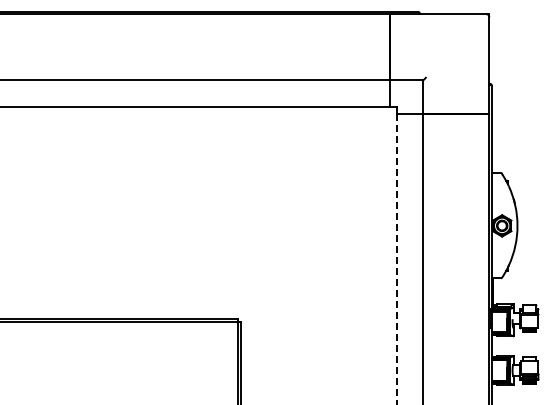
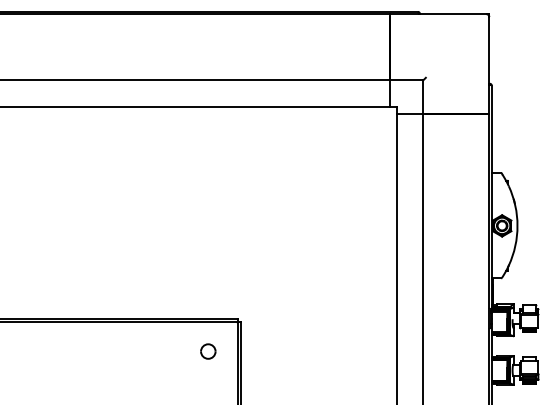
line at (396, 259): dashed -> solid
part at (208, 351): none -> present
